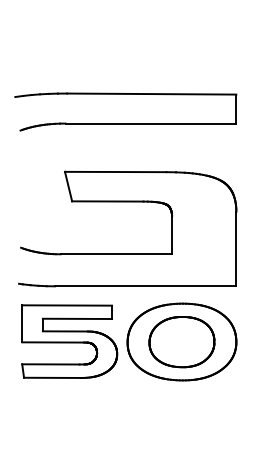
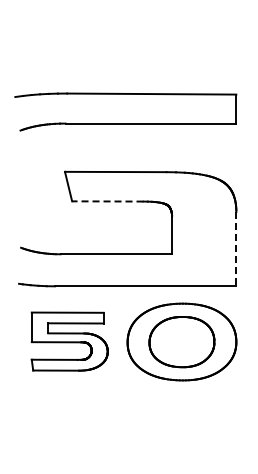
line at (107, 201): solid -> dashed
line at (236, 249): solid -> dashed
part at (69, 341) size: 98x75 px -> 79x61 px
